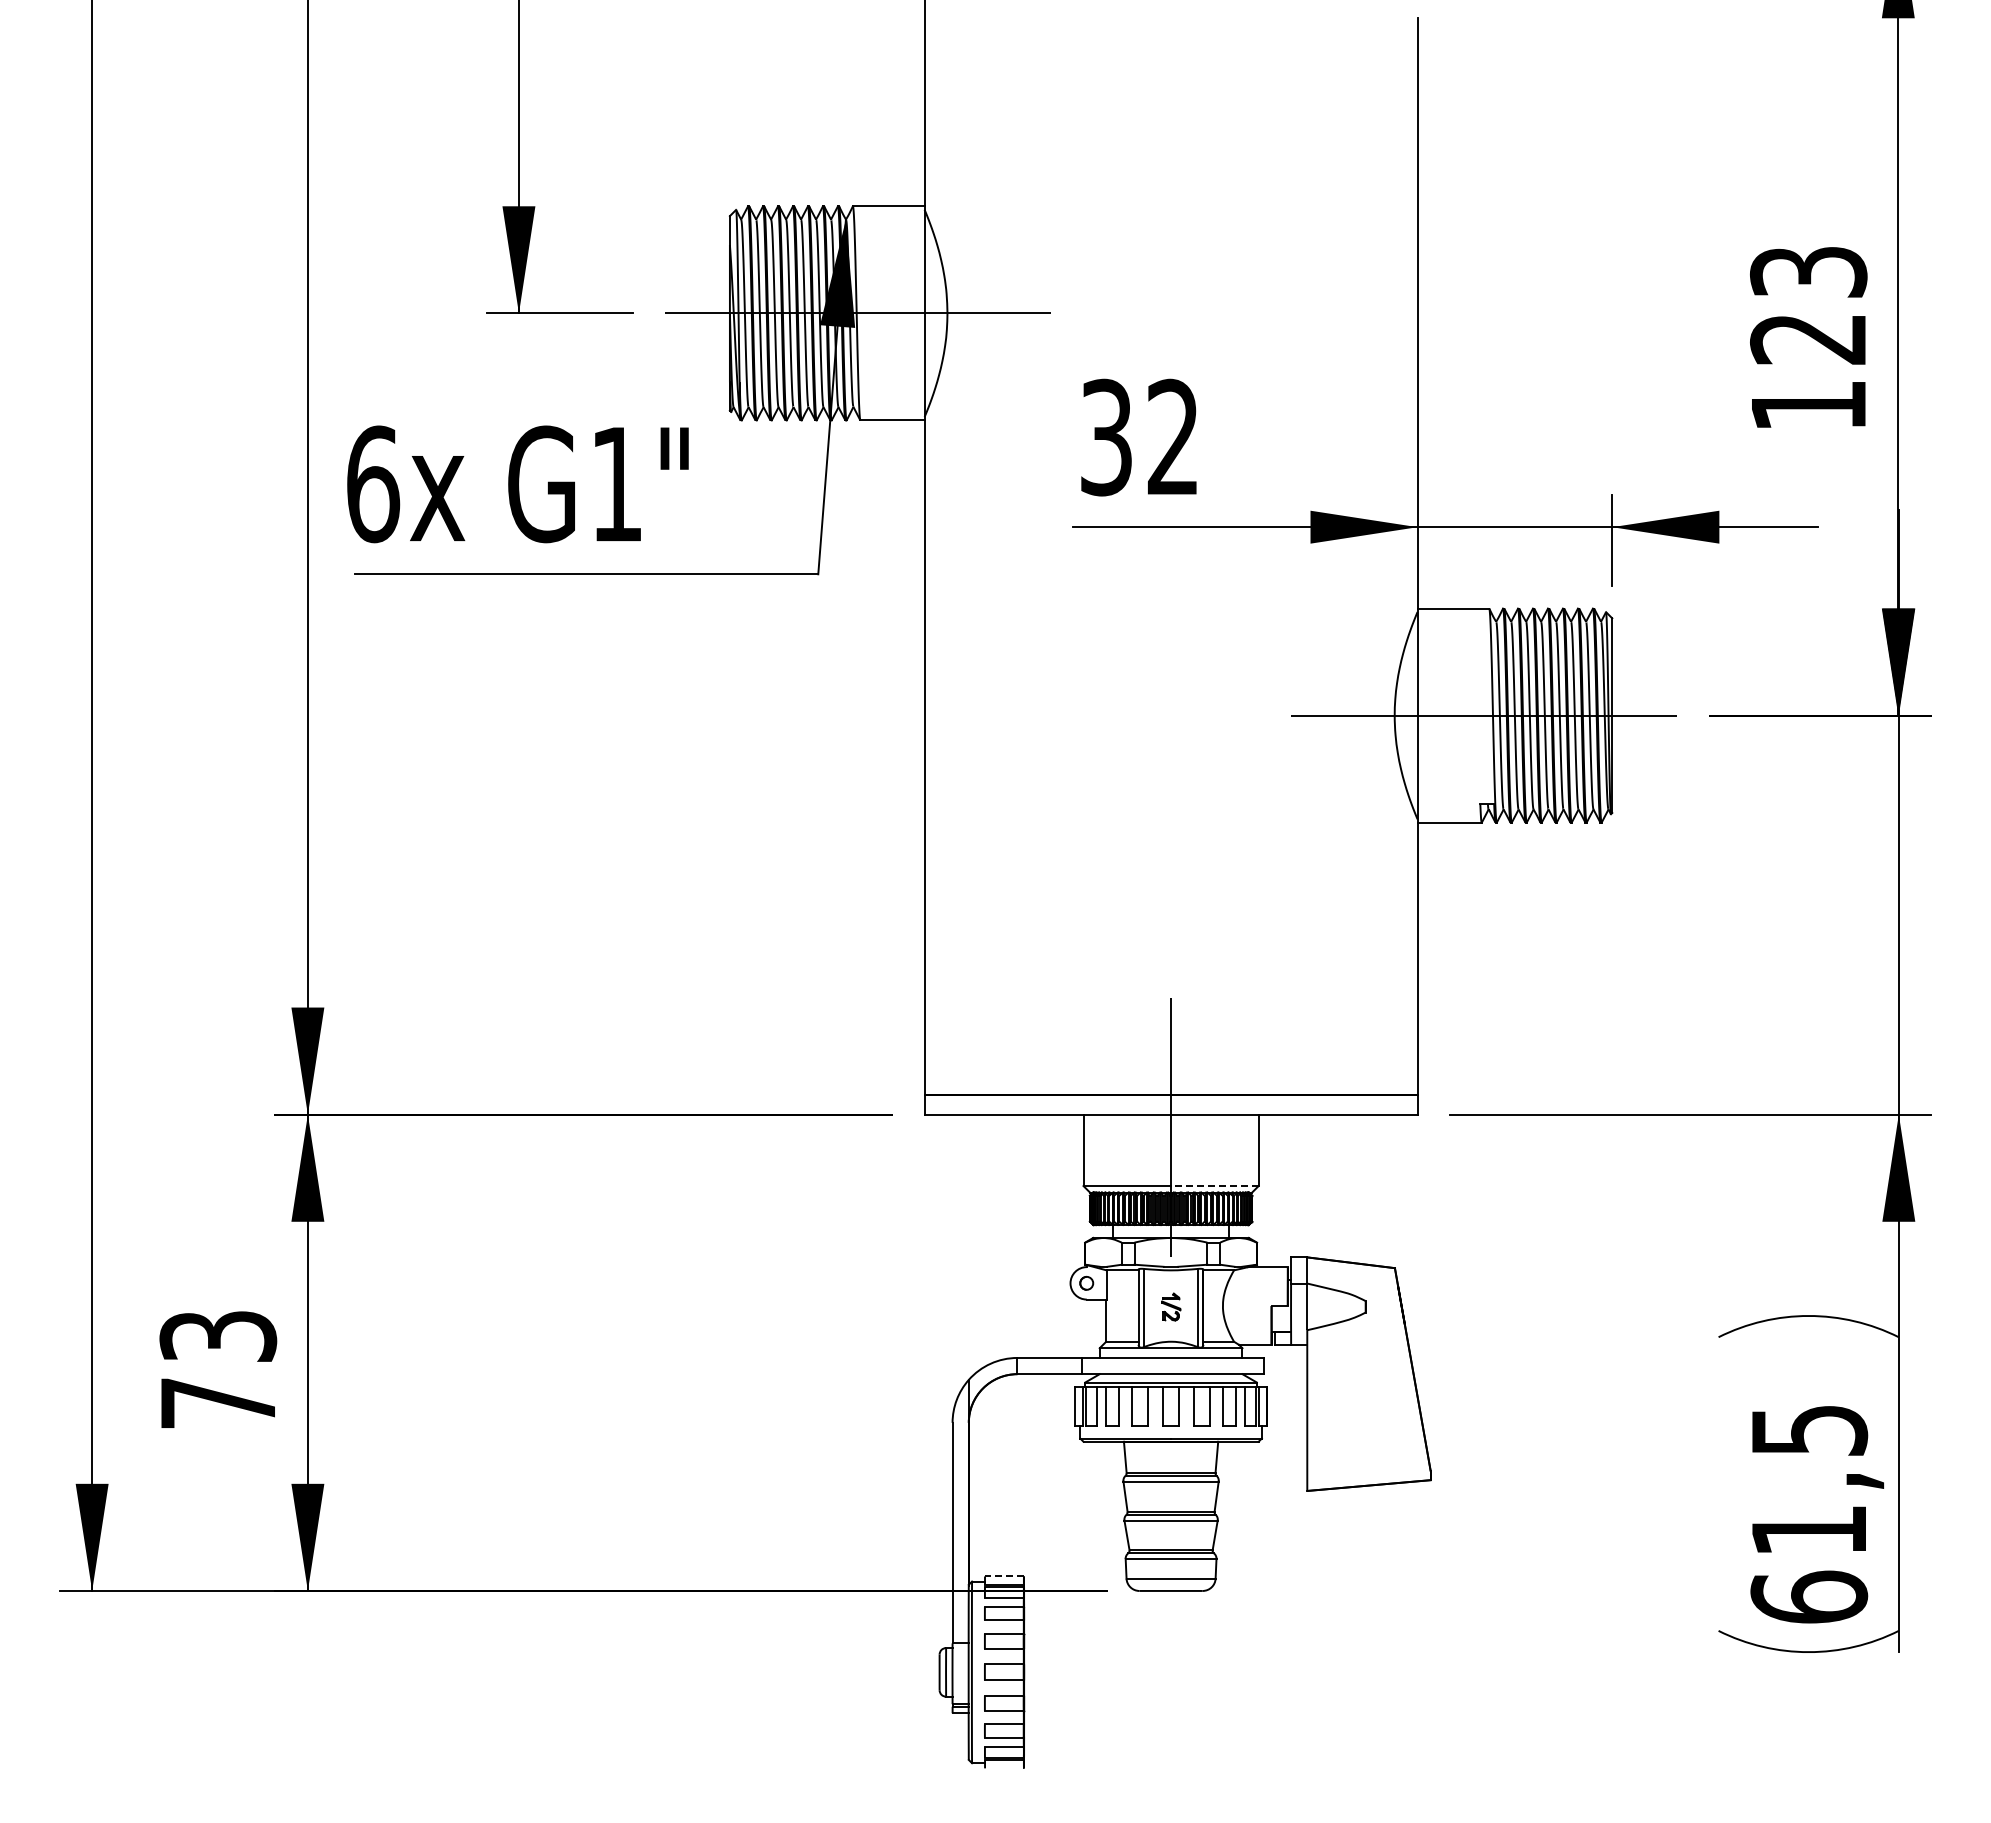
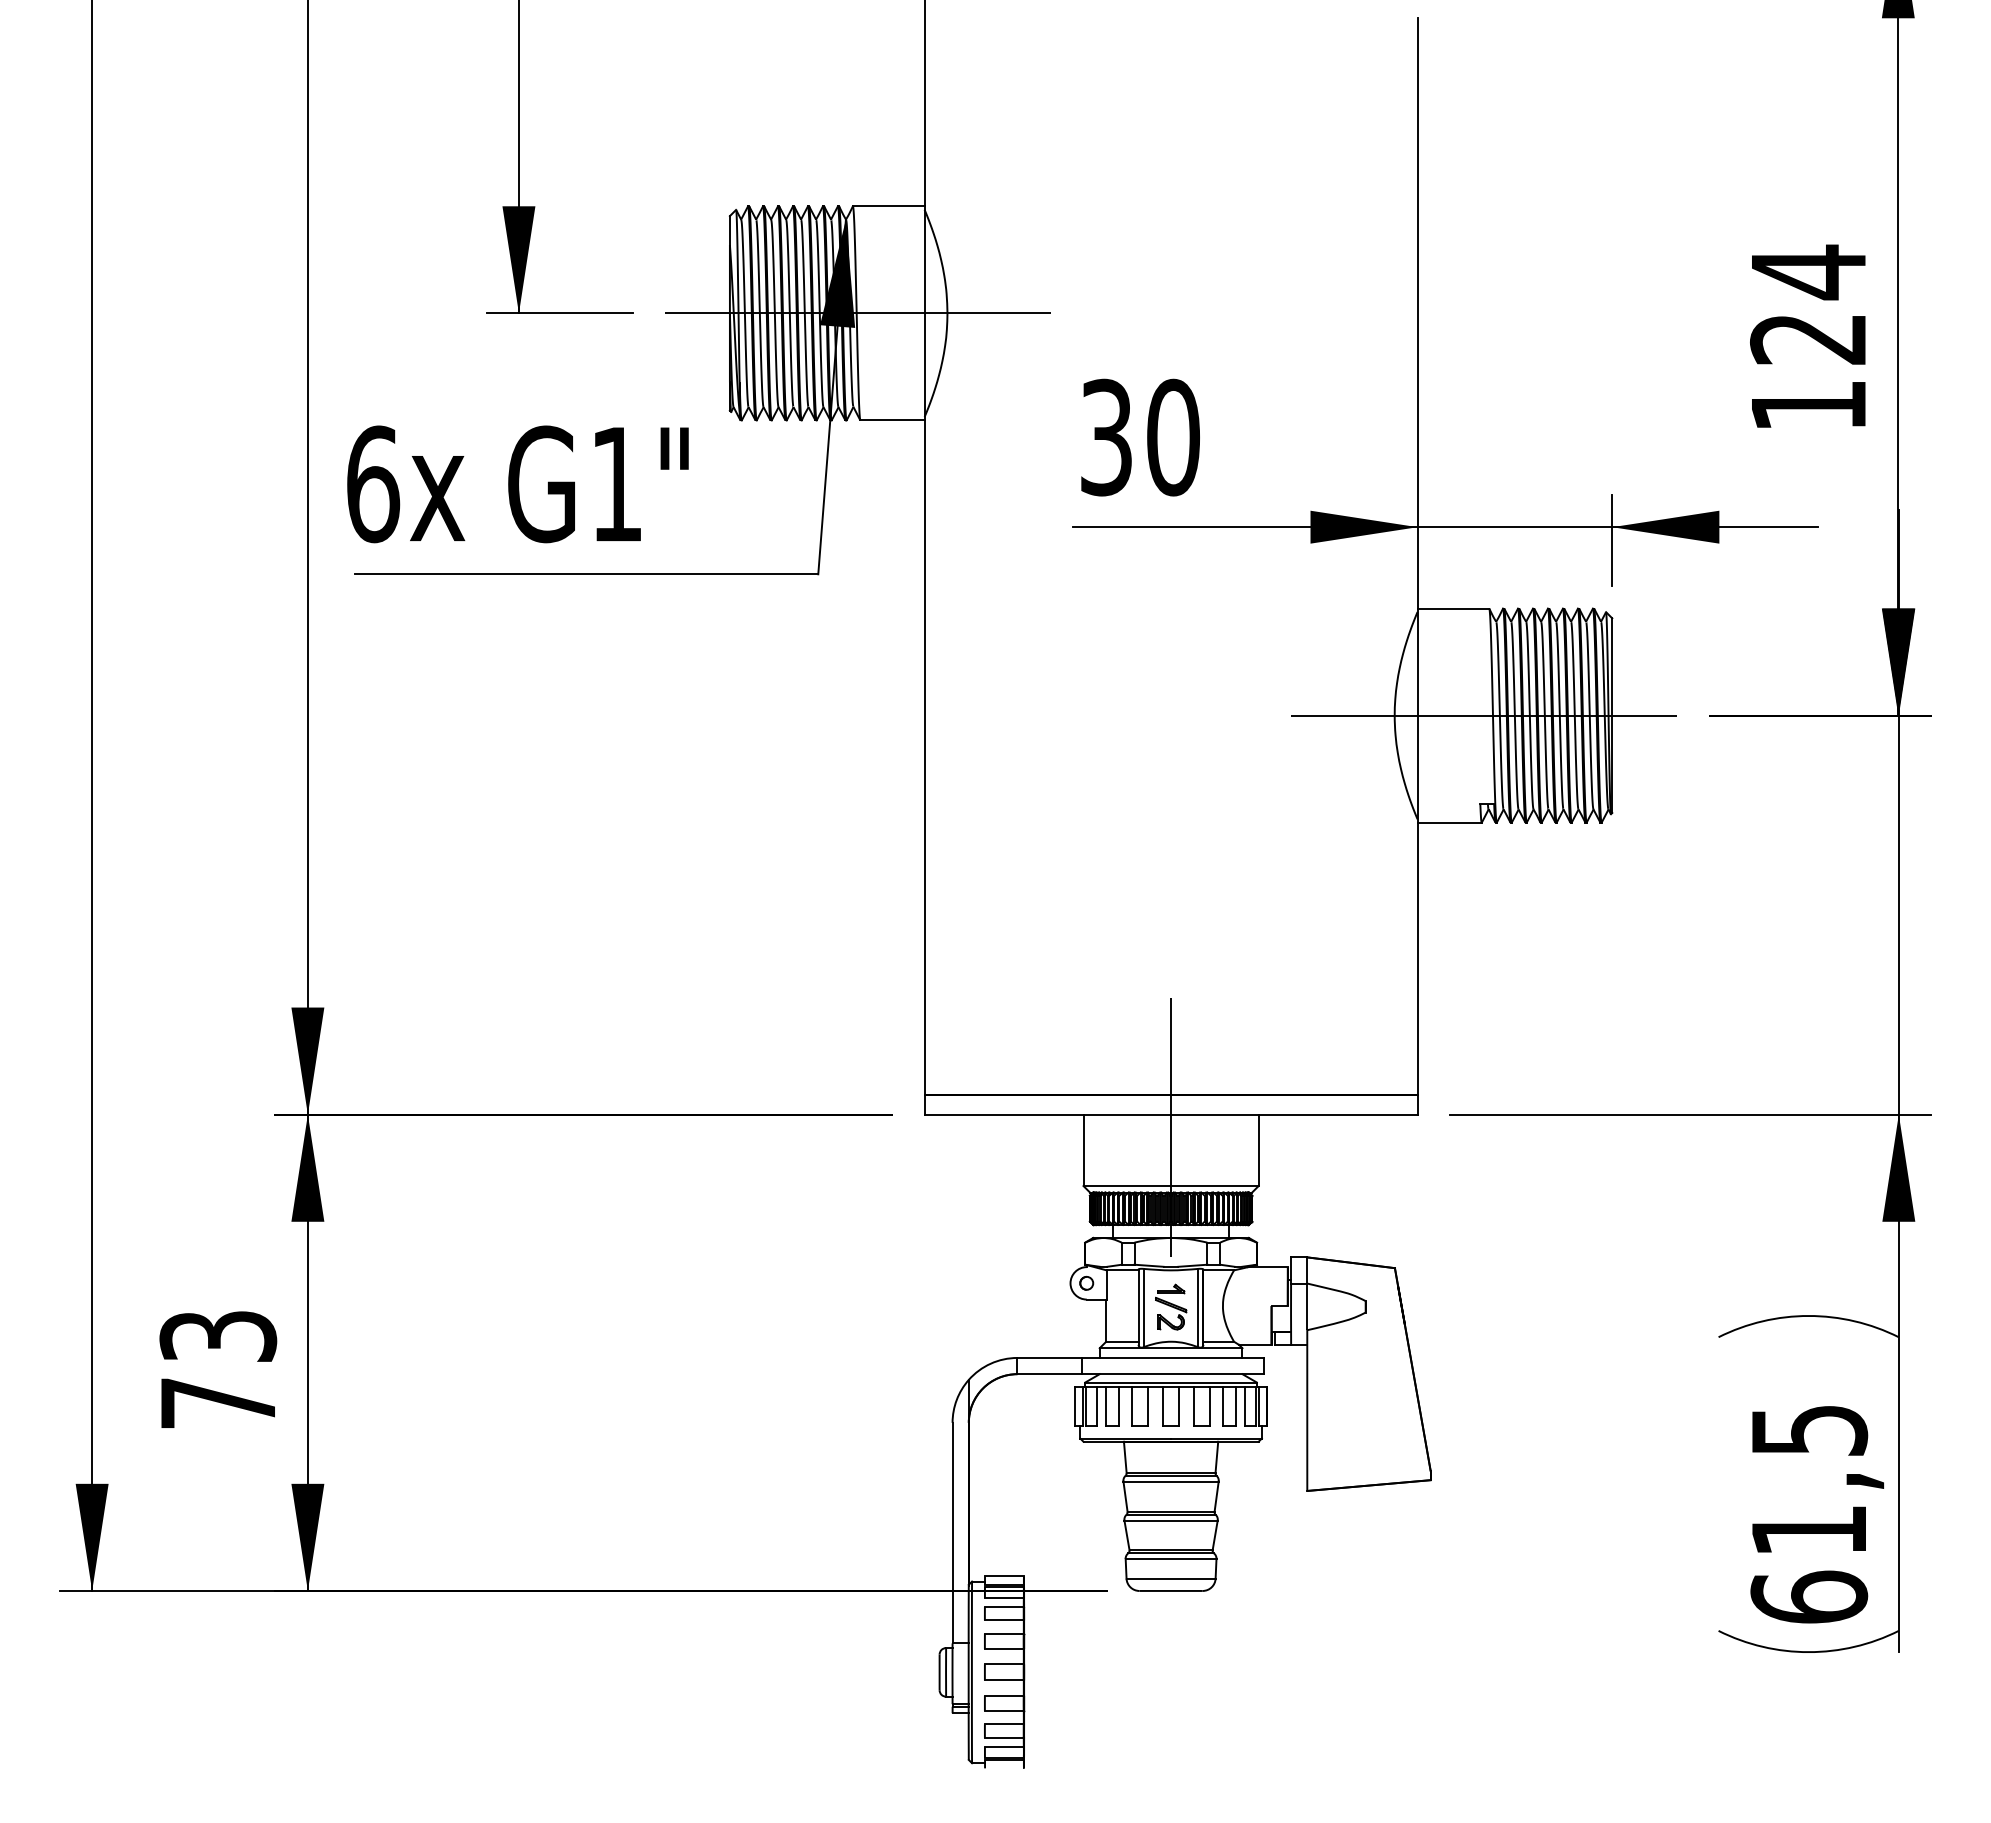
text at (1808, 272): 123 -> 124
text at (1173, 437): 32 -> 30
line at (1214, 1186): dashed -> solid
part at (1171, 1306) size: 21x30 px -> 33x48 px
line at (1003, 1576): dashed -> solid
